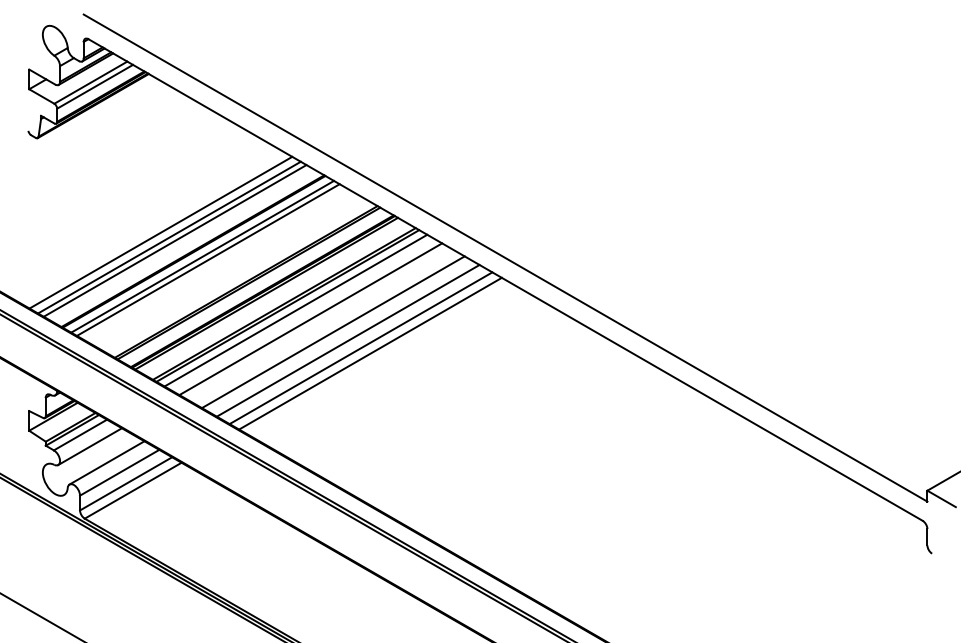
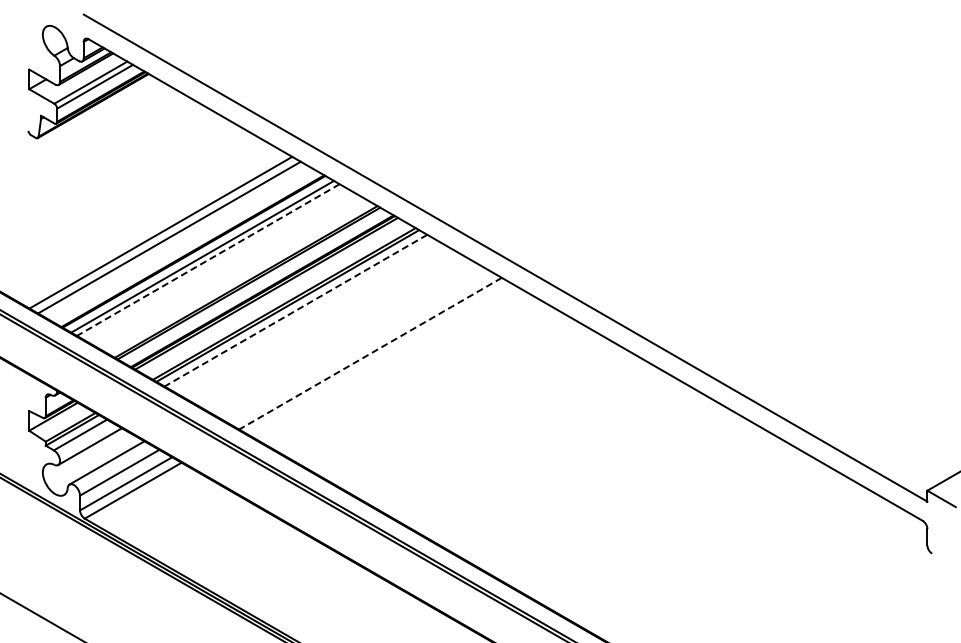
line at (174, 240): present -> none
line at (208, 260): solid -> dashed
line at (295, 310): solid -> dashed
line at (310, 319): present -> none
line at (332, 332): present -> none
line at (347, 340): present -> none
line at (360, 348): present -> none
line at (370, 353): solid -> dashed
